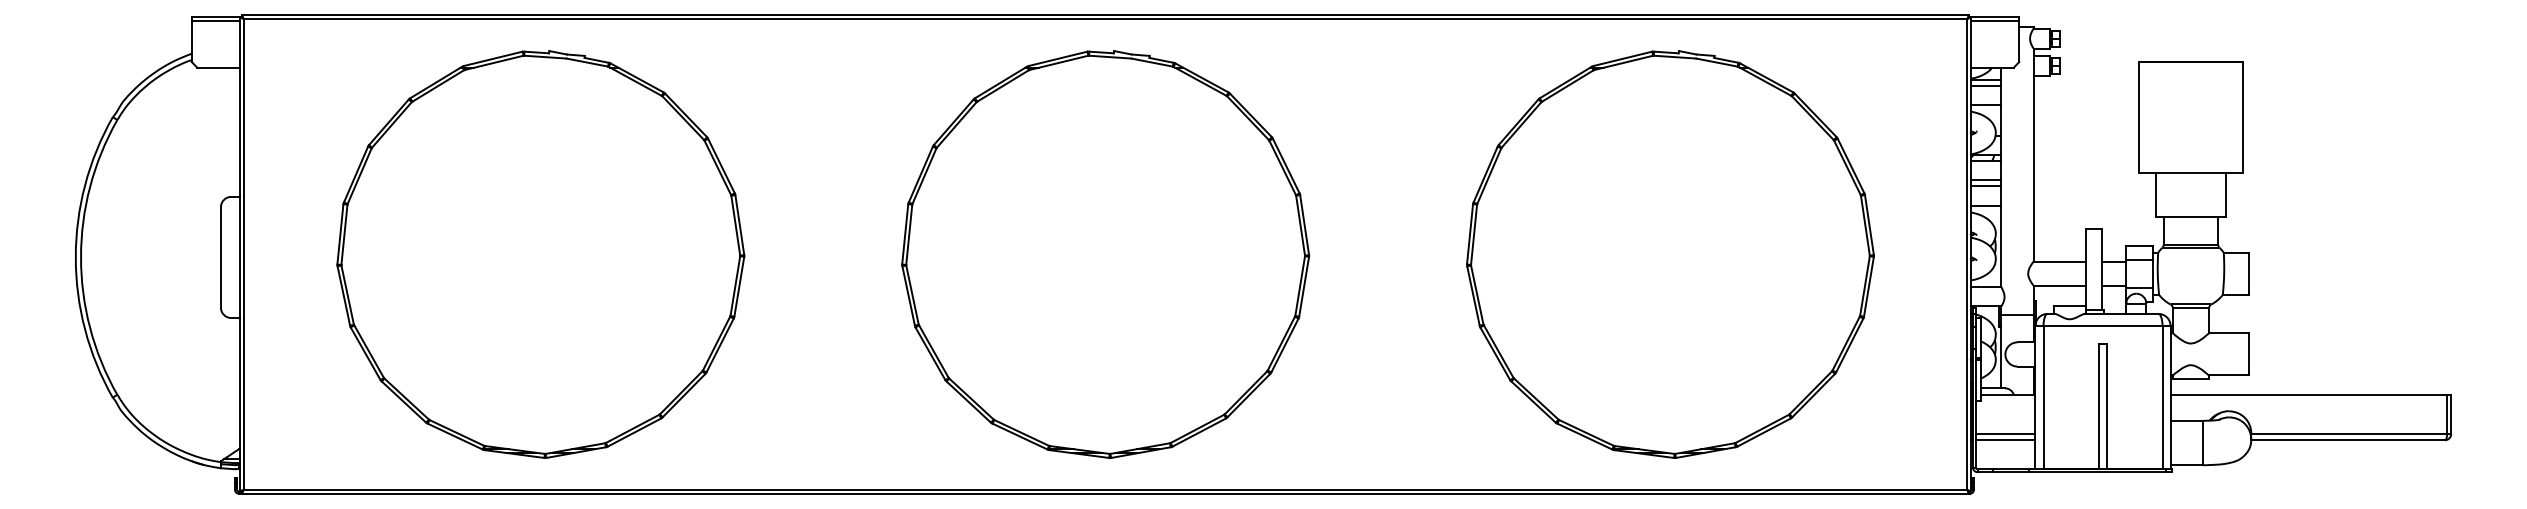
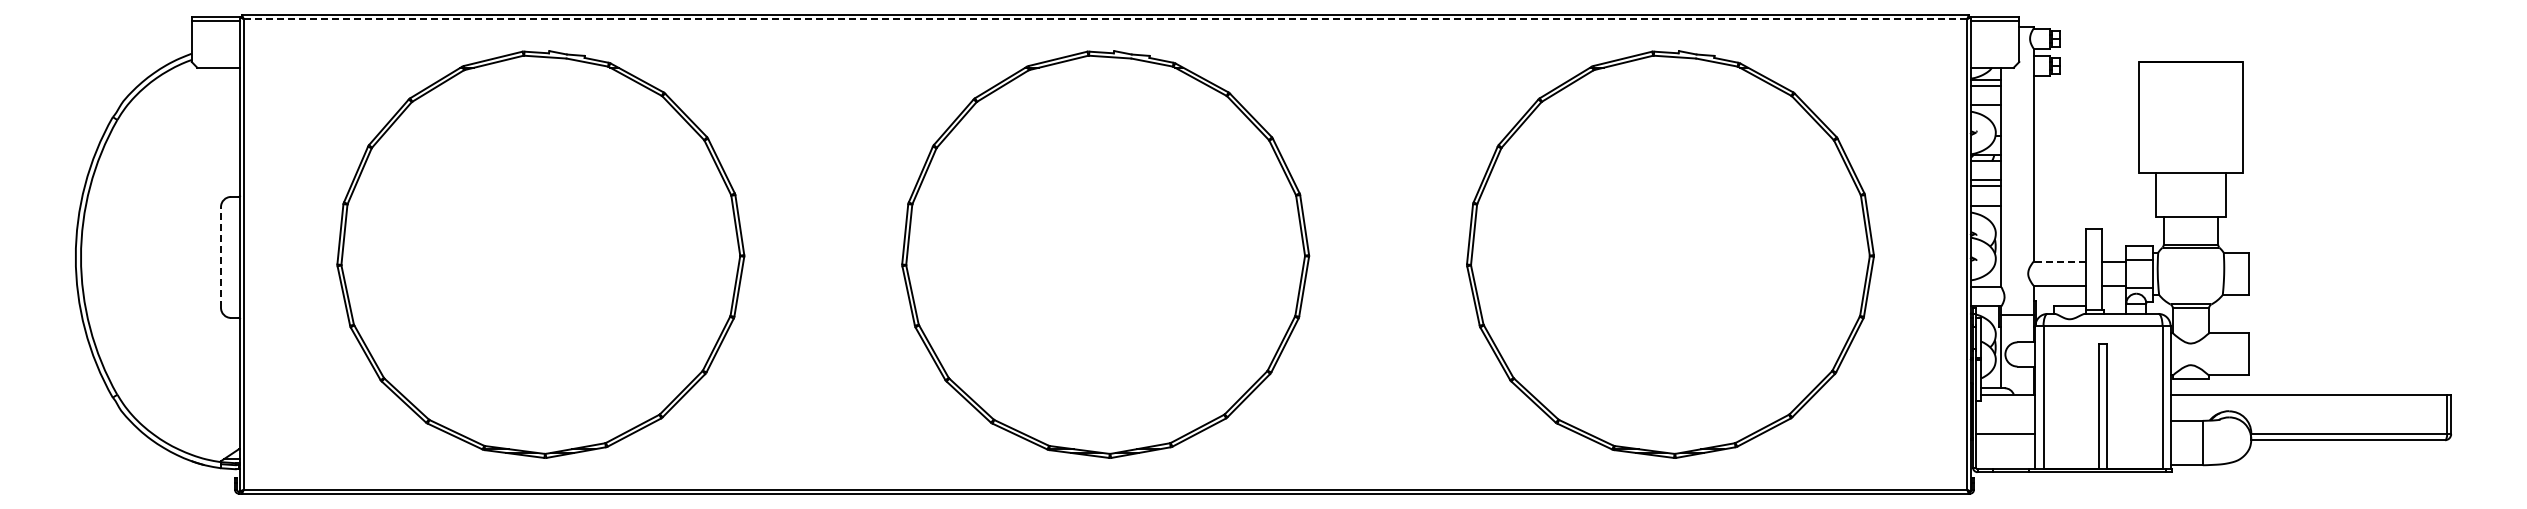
line at (1105, 19): solid -> dashed
line at (221, 256): solid -> dashed
line at (2059, 261): solid -> dashed
line at (2005, 440): present -> none
